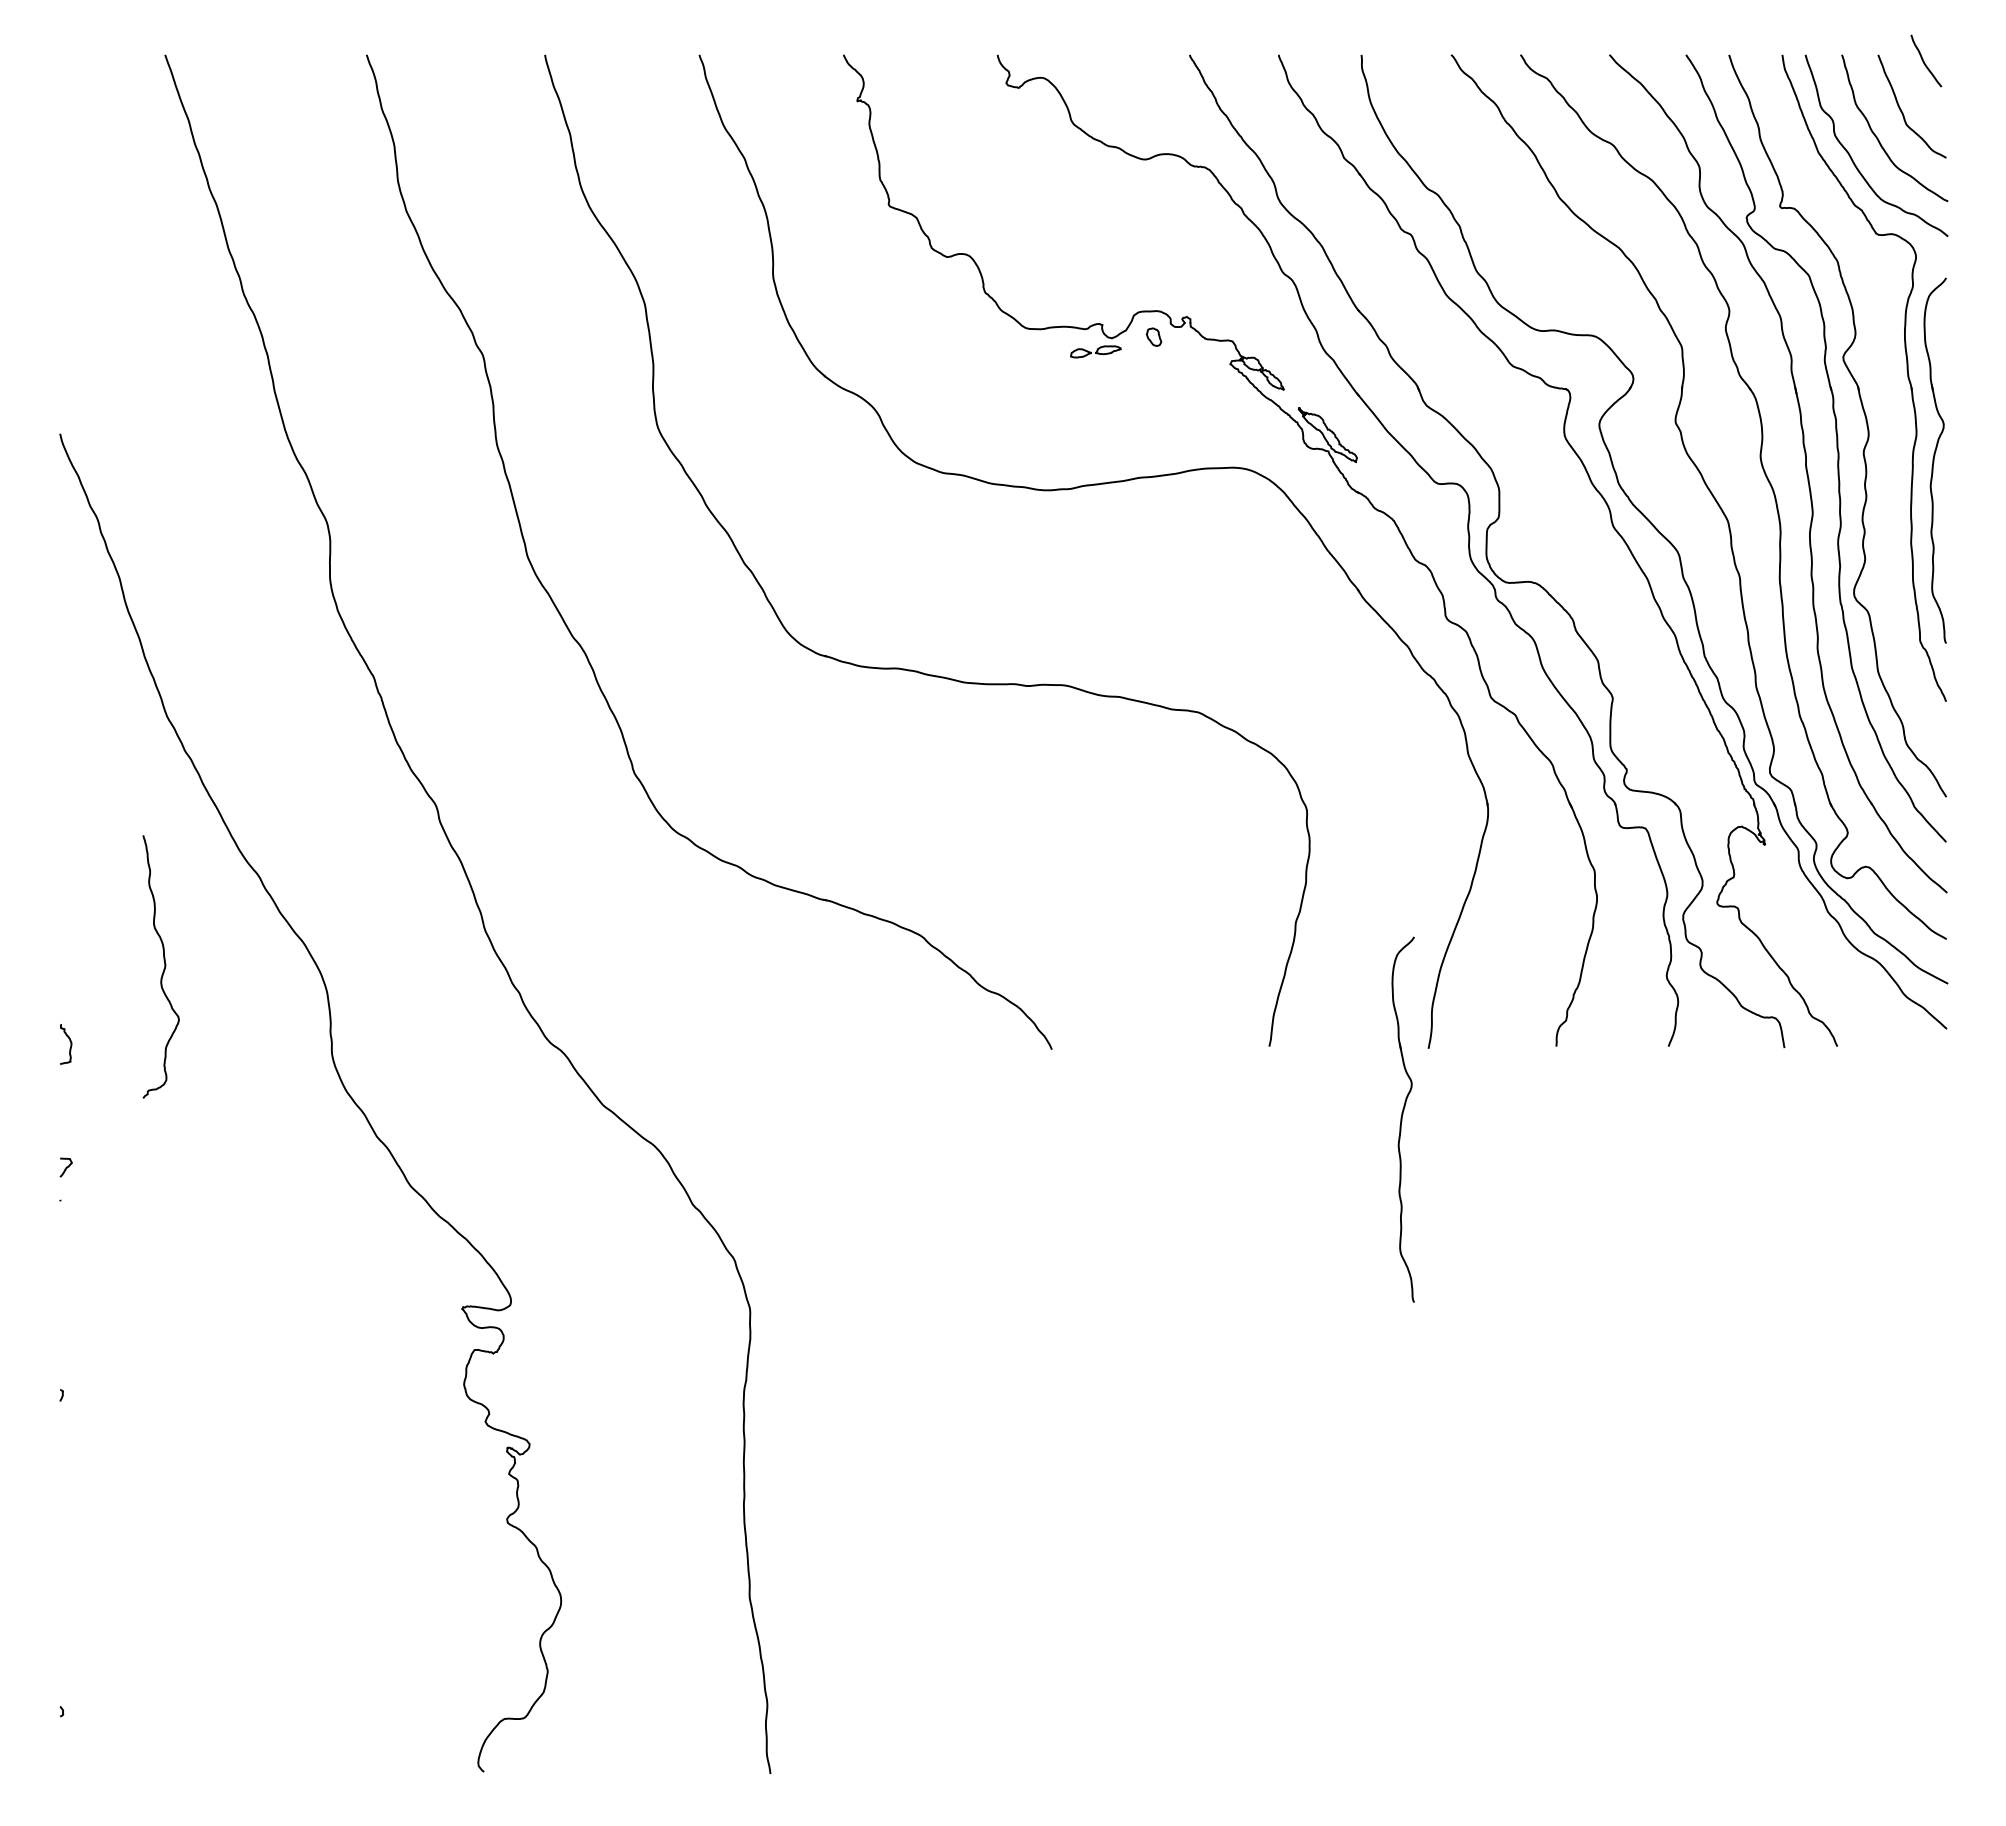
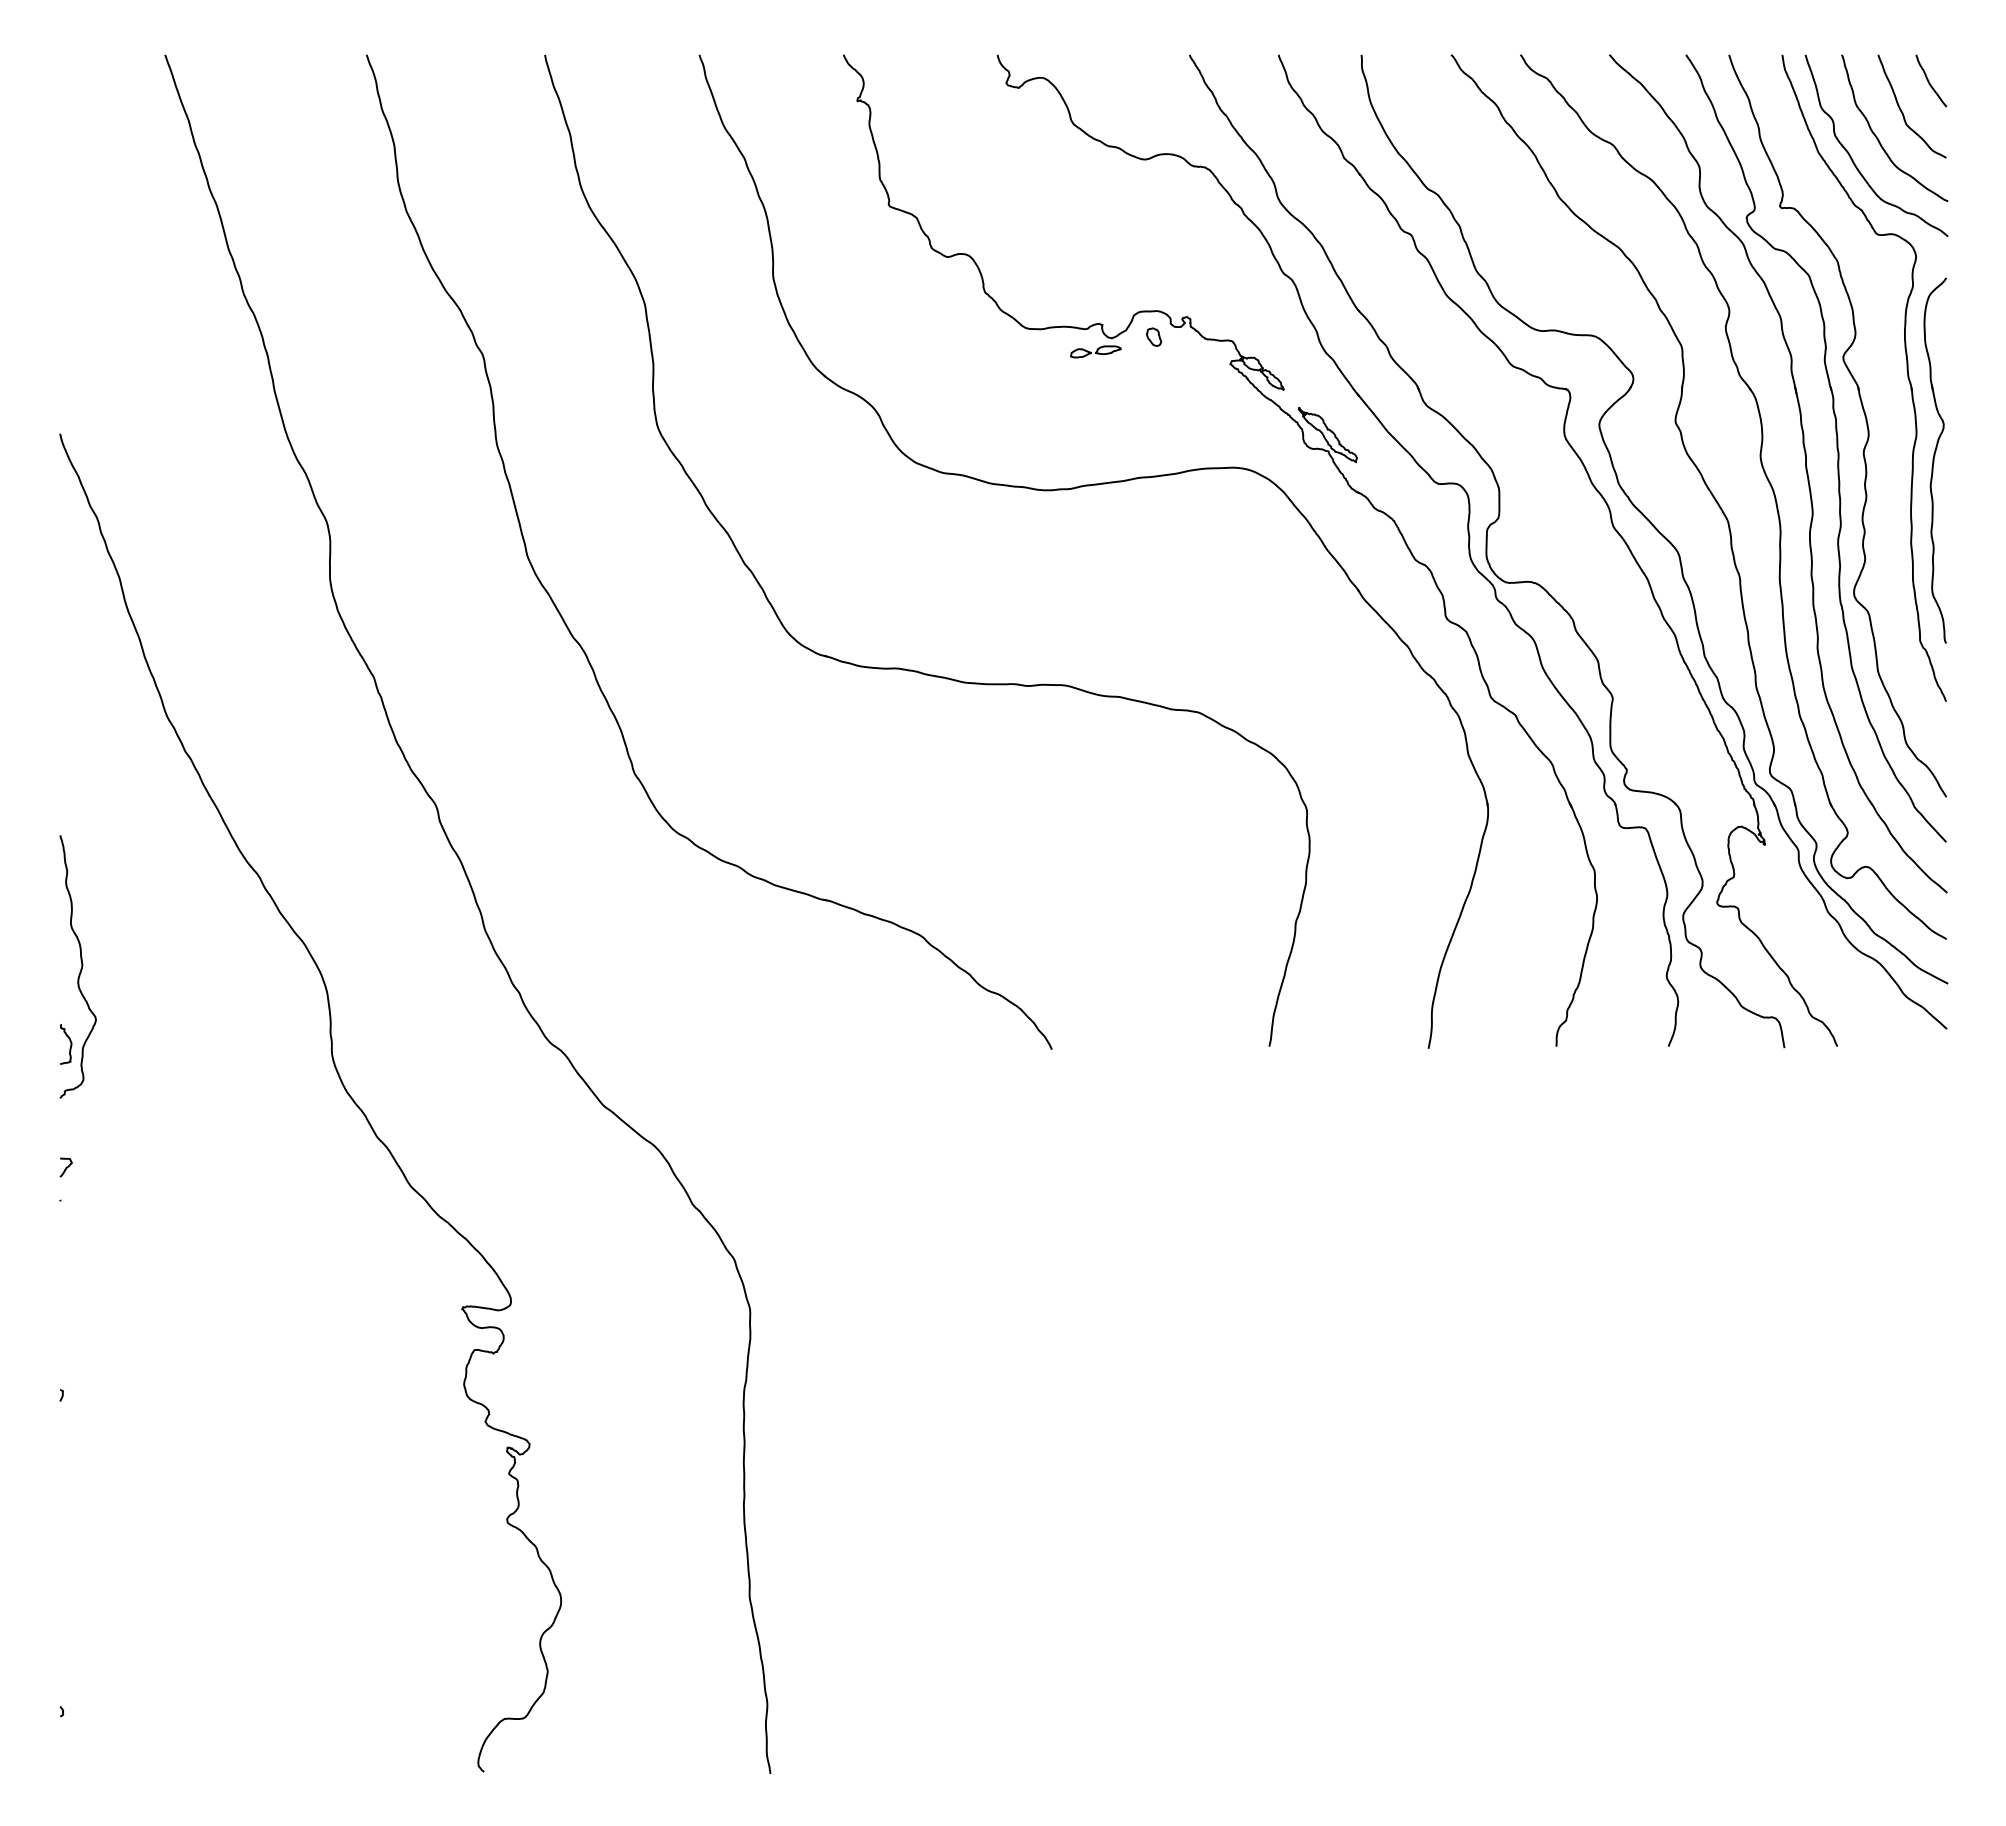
curve at (1924, 61) position: (1924, 61) -> (1929, 81)
curve at (163, 968) position: (163, 968) -> (80, 968)
part at (1402, 1119): present -> none
